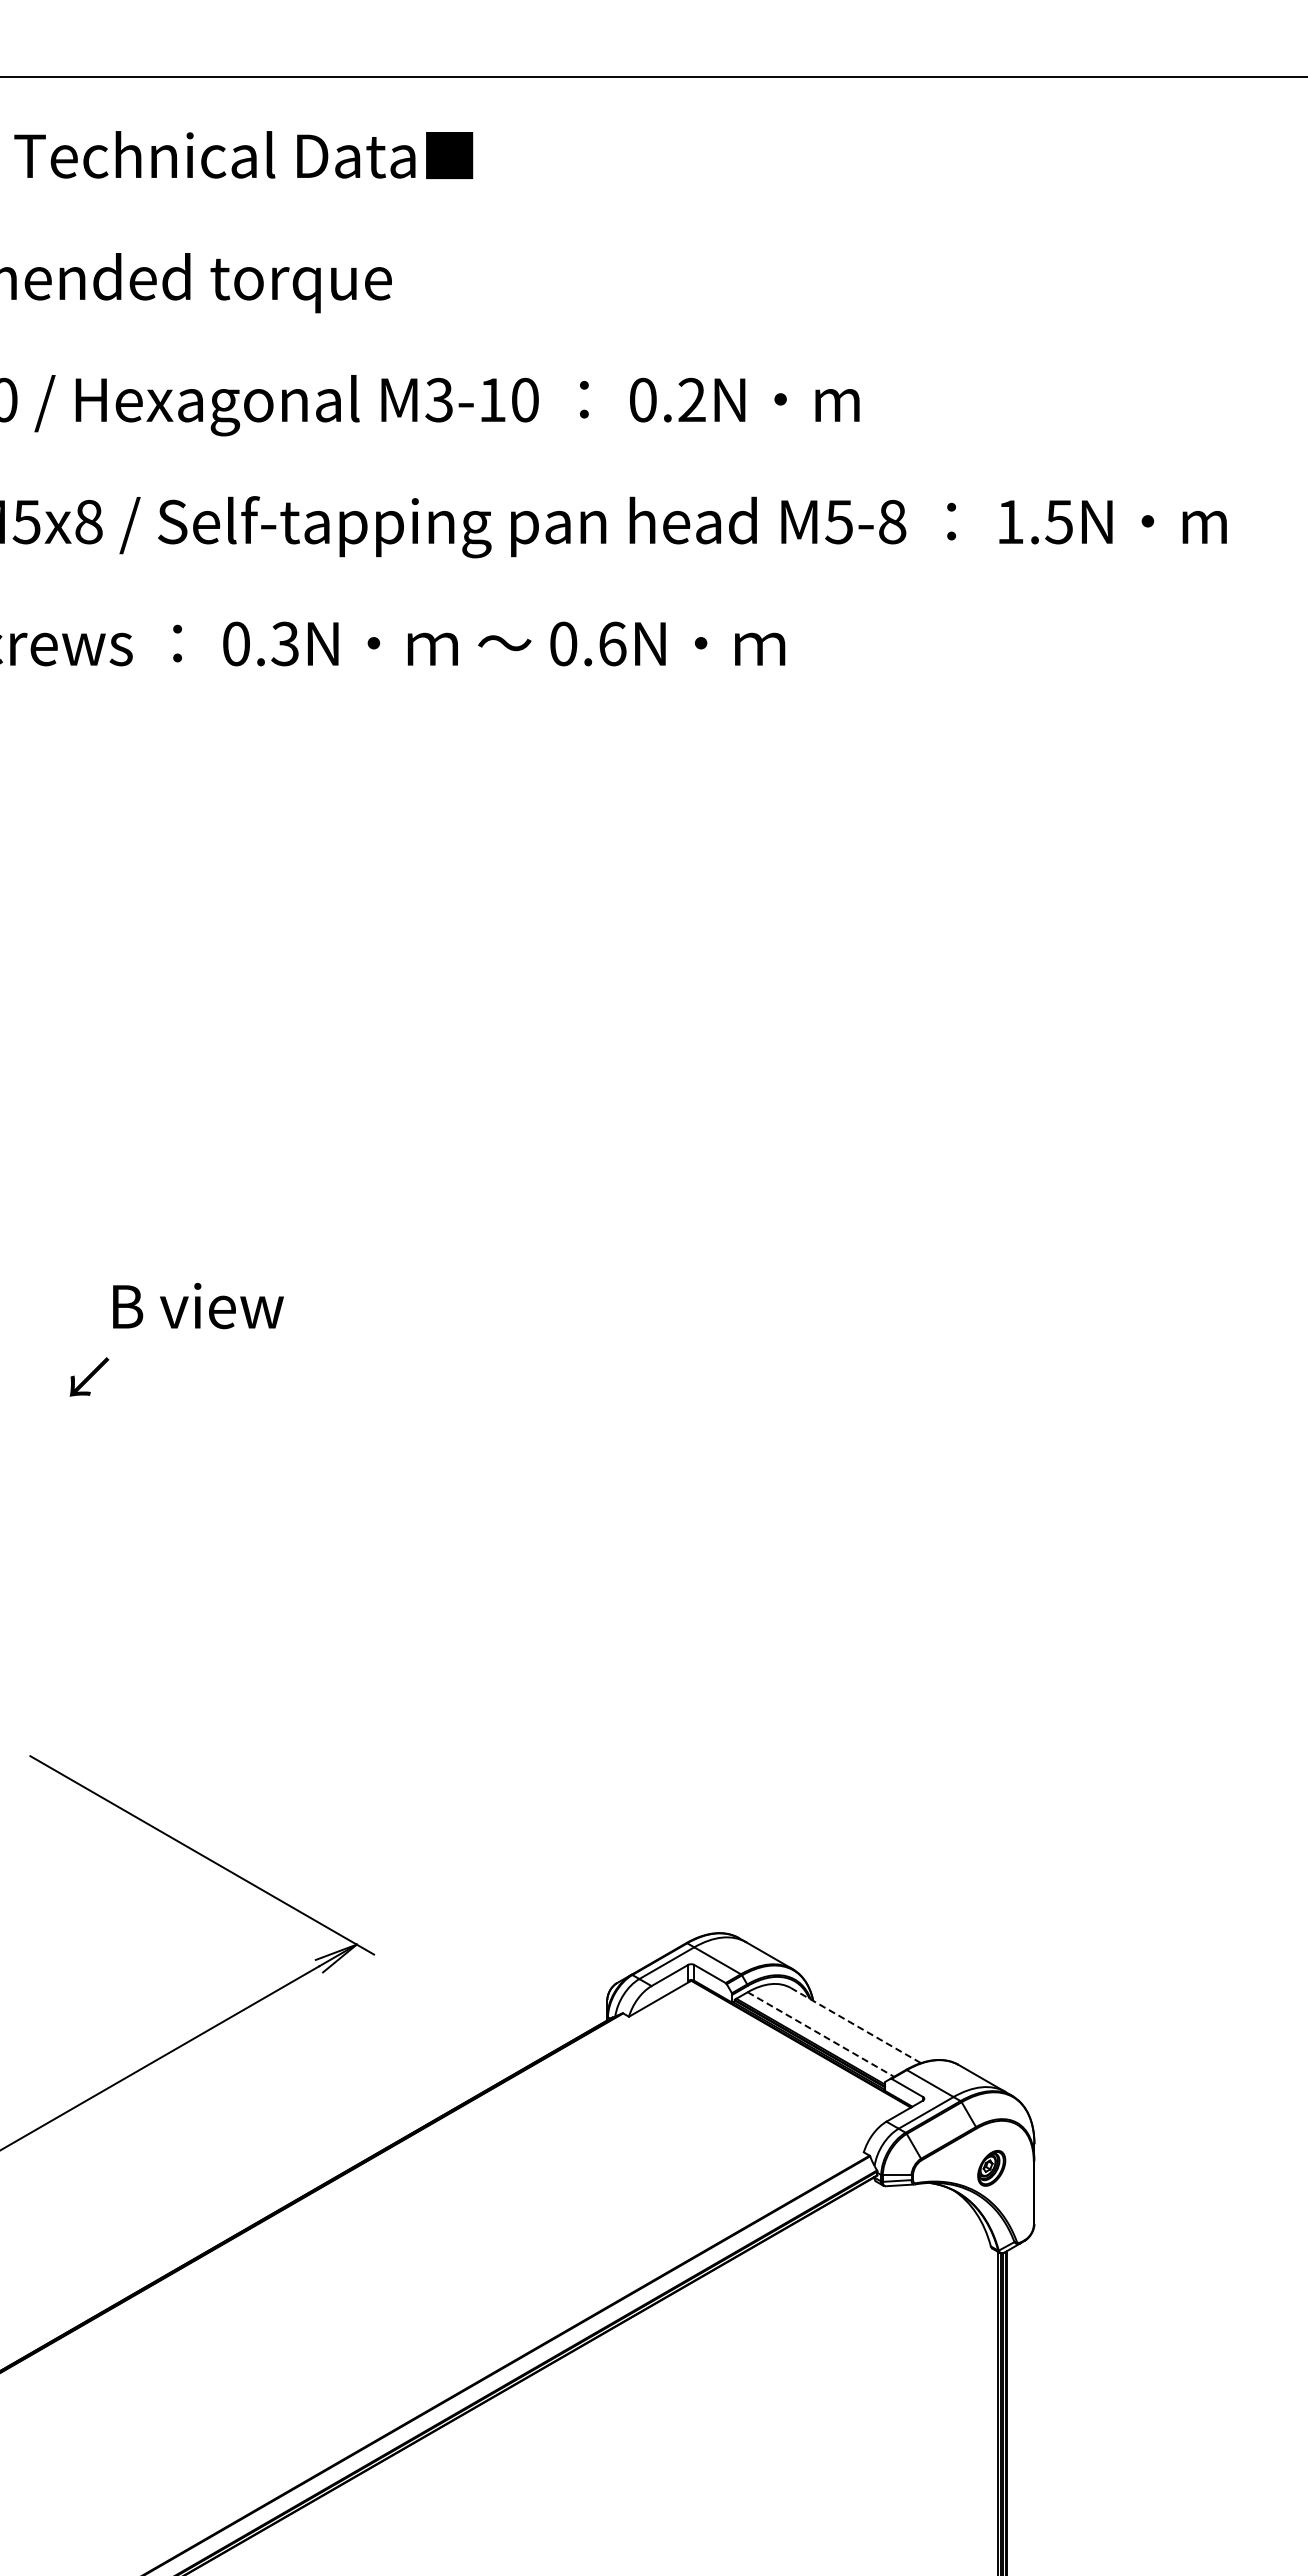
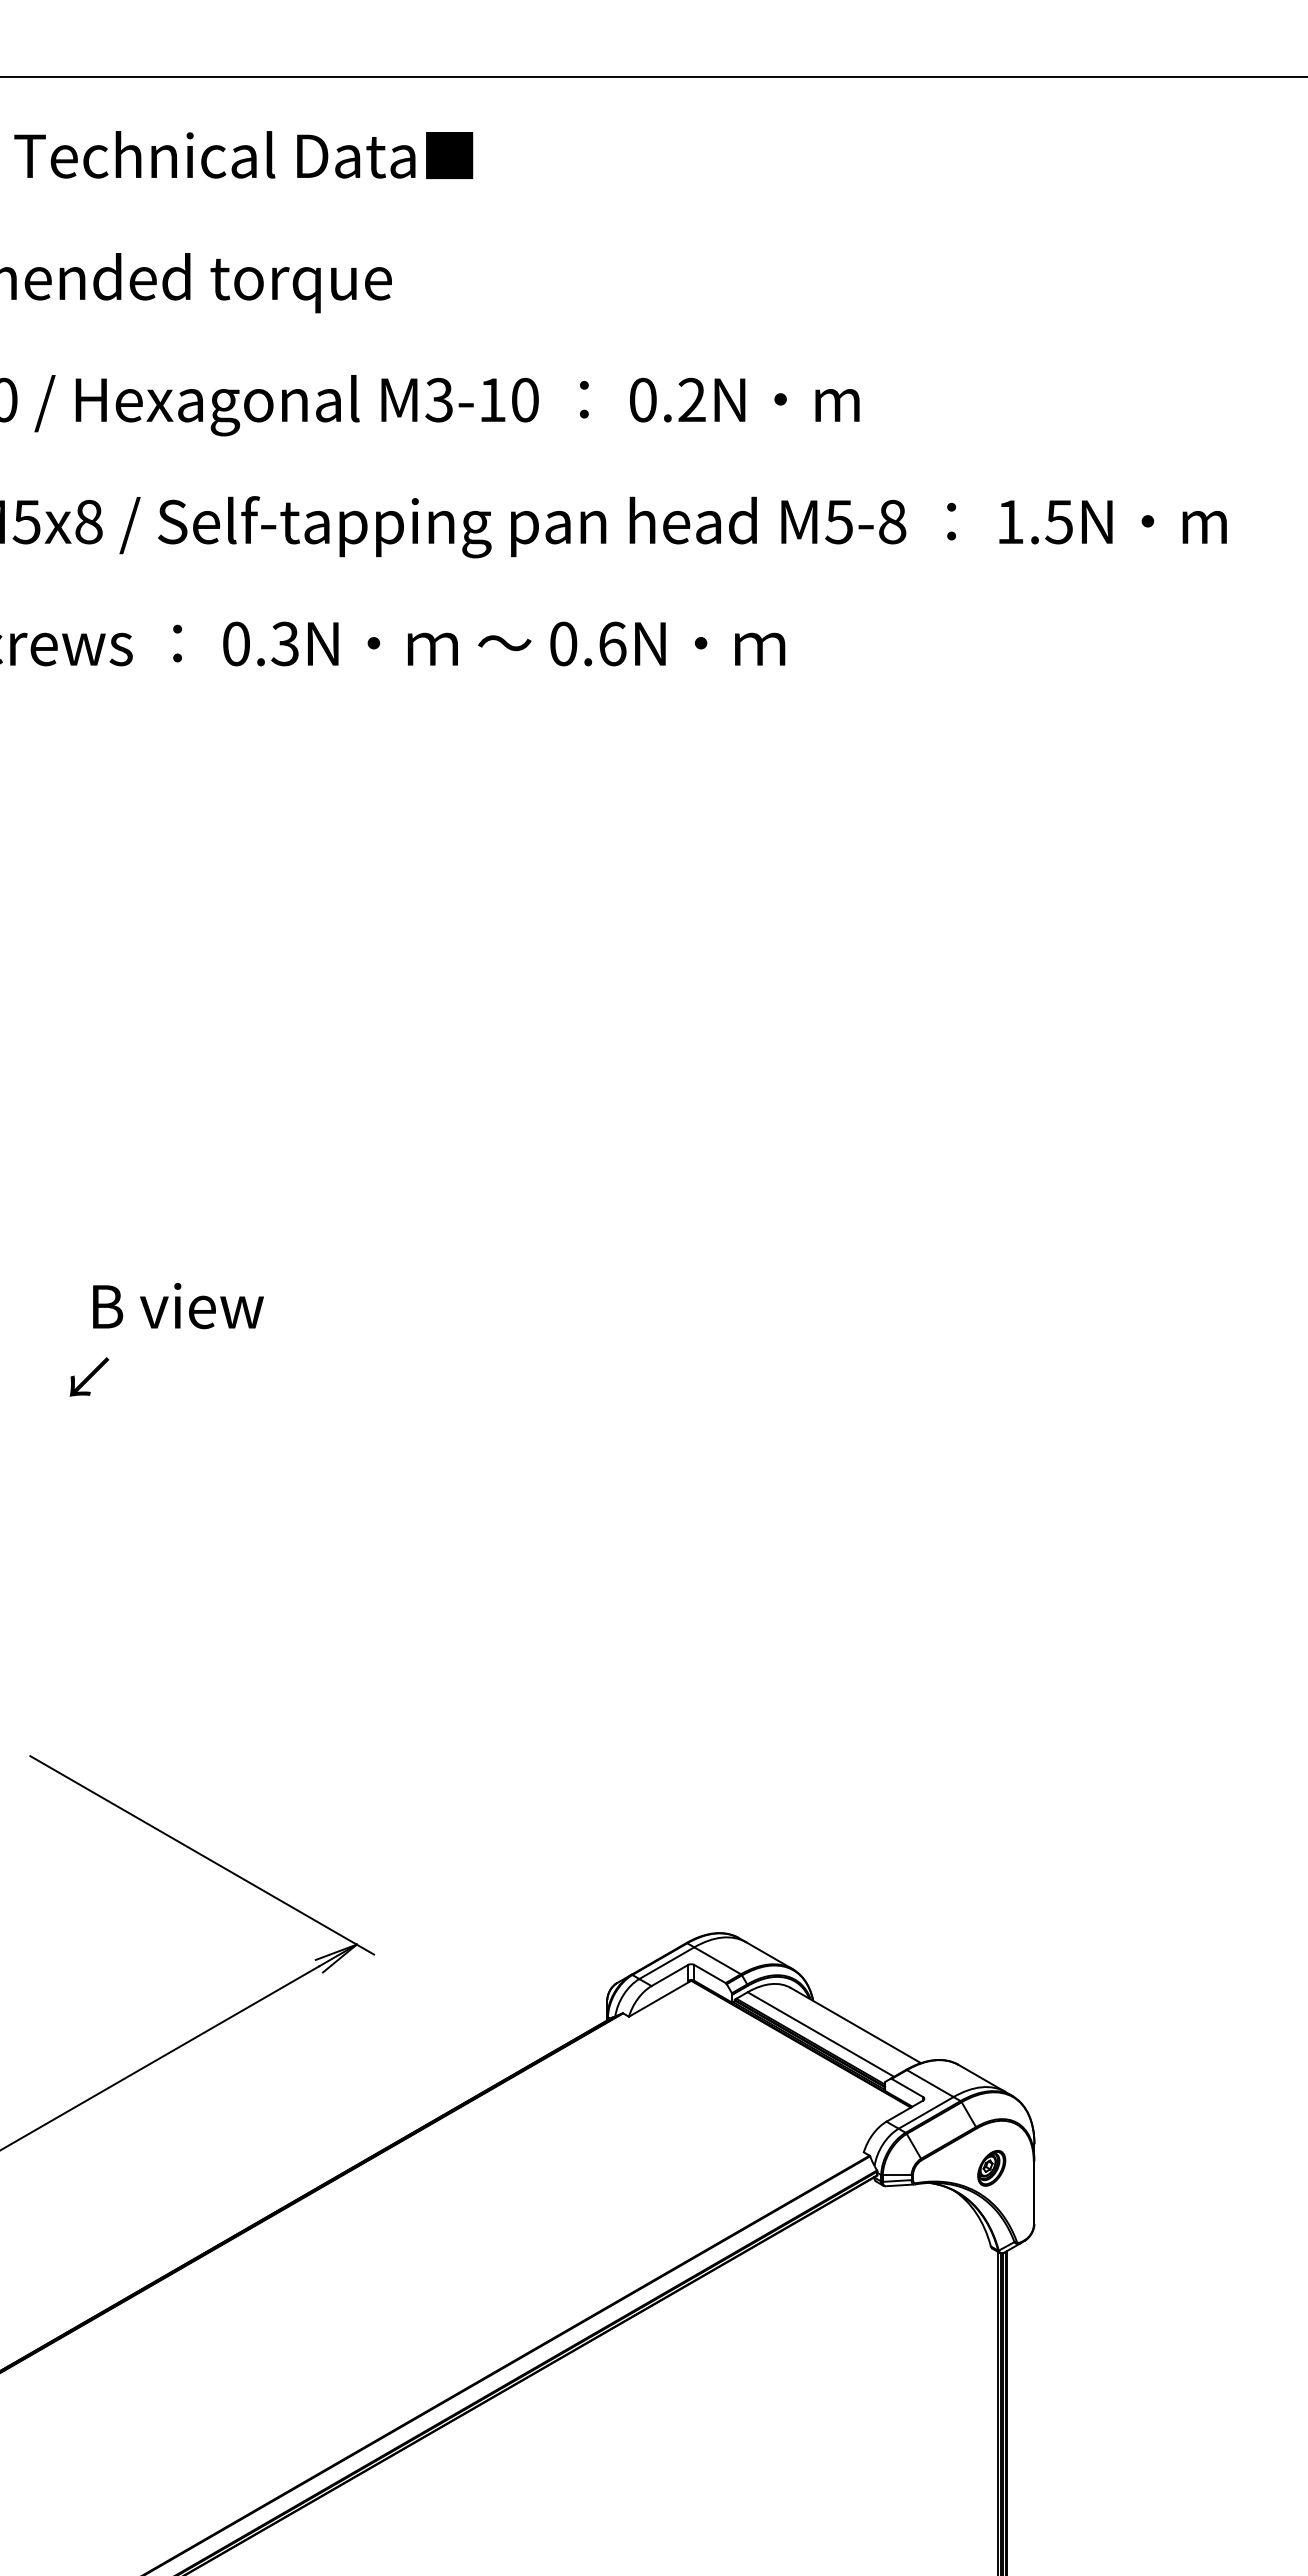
text at (198, 1306) position: (198, 1306) -> (178, 1306)
line at (856, 2025): dashed -> solid
line at (820, 2034): dashed -> solid
